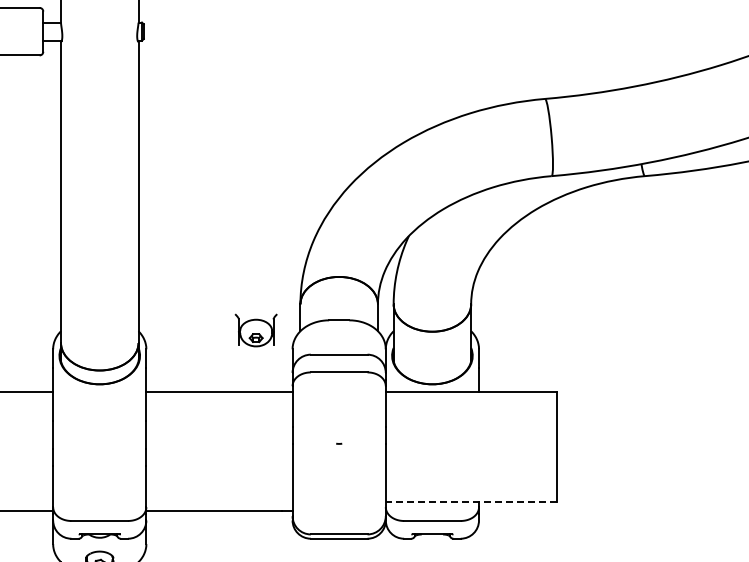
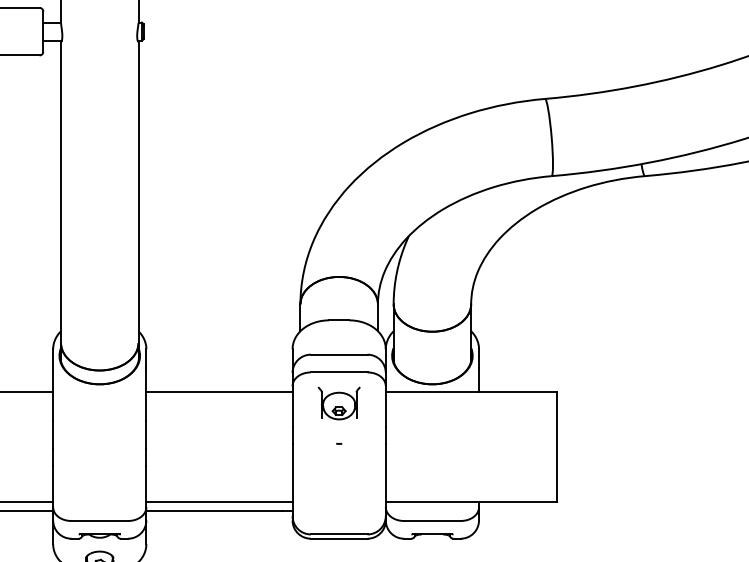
part at (255, 330) position: (255, 330) -> (338, 403)
line at (27, 501): none -> present
line at (219, 501): none -> present
line at (470, 501): dashed -> solid
